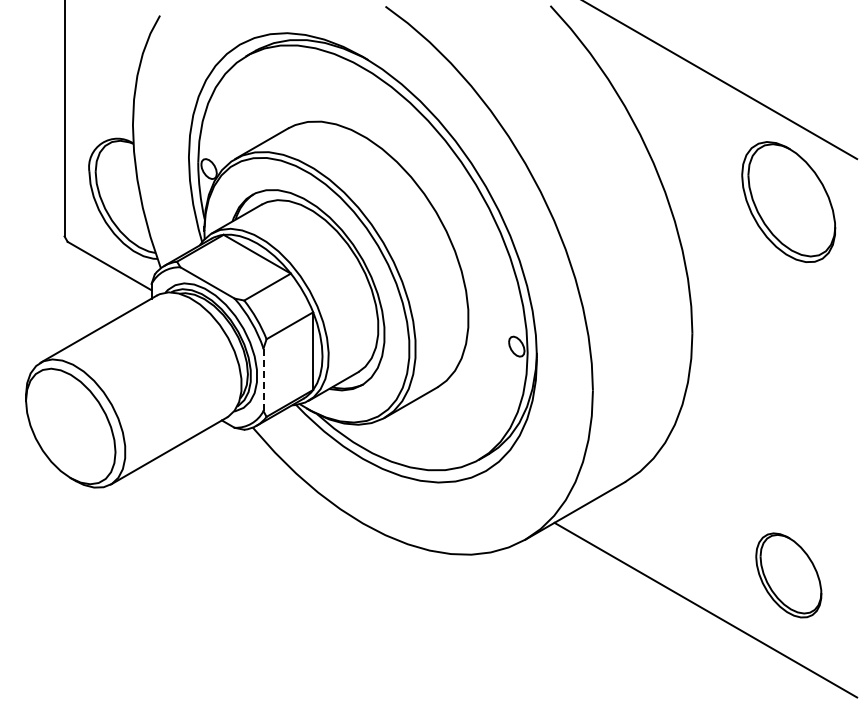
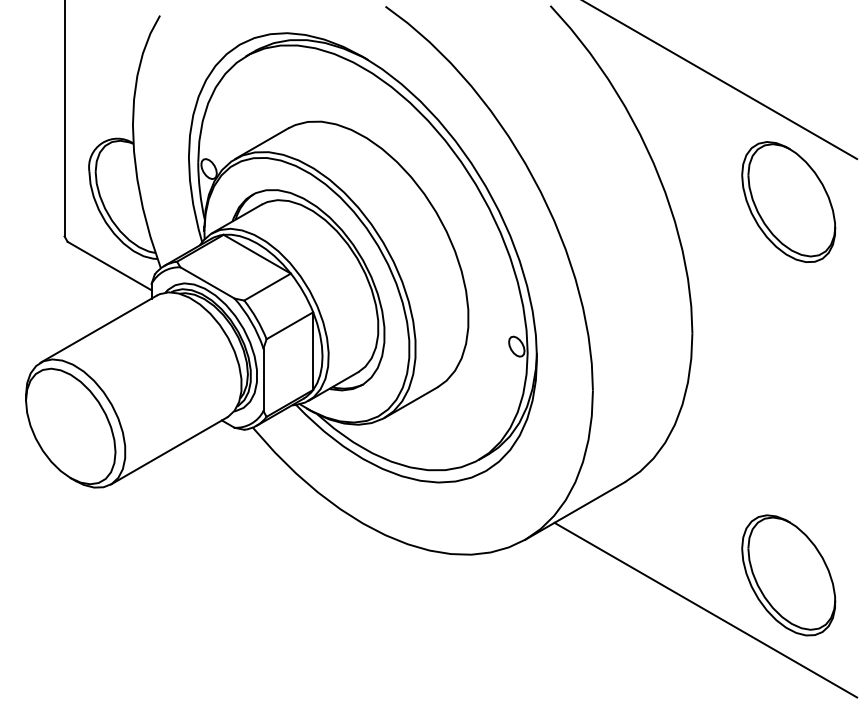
line at (263, 379): dashed -> solid
part at (788, 575) size: 68x87 px -> 96x123 px
